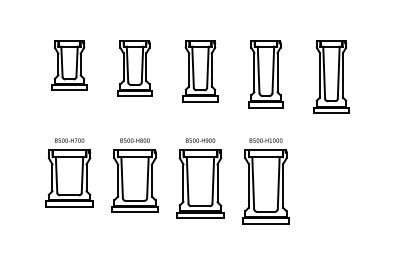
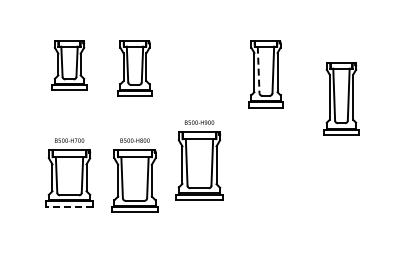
line at (258, 70): solid -> dashed
part at (200, 71): present -> none
part at (331, 76) position: (331, 76) -> (341, 98)
part at (200, 178) position: (200, 178) -> (199, 160)
part at (265, 181): present -> none
line at (69, 206): solid -> dashed
